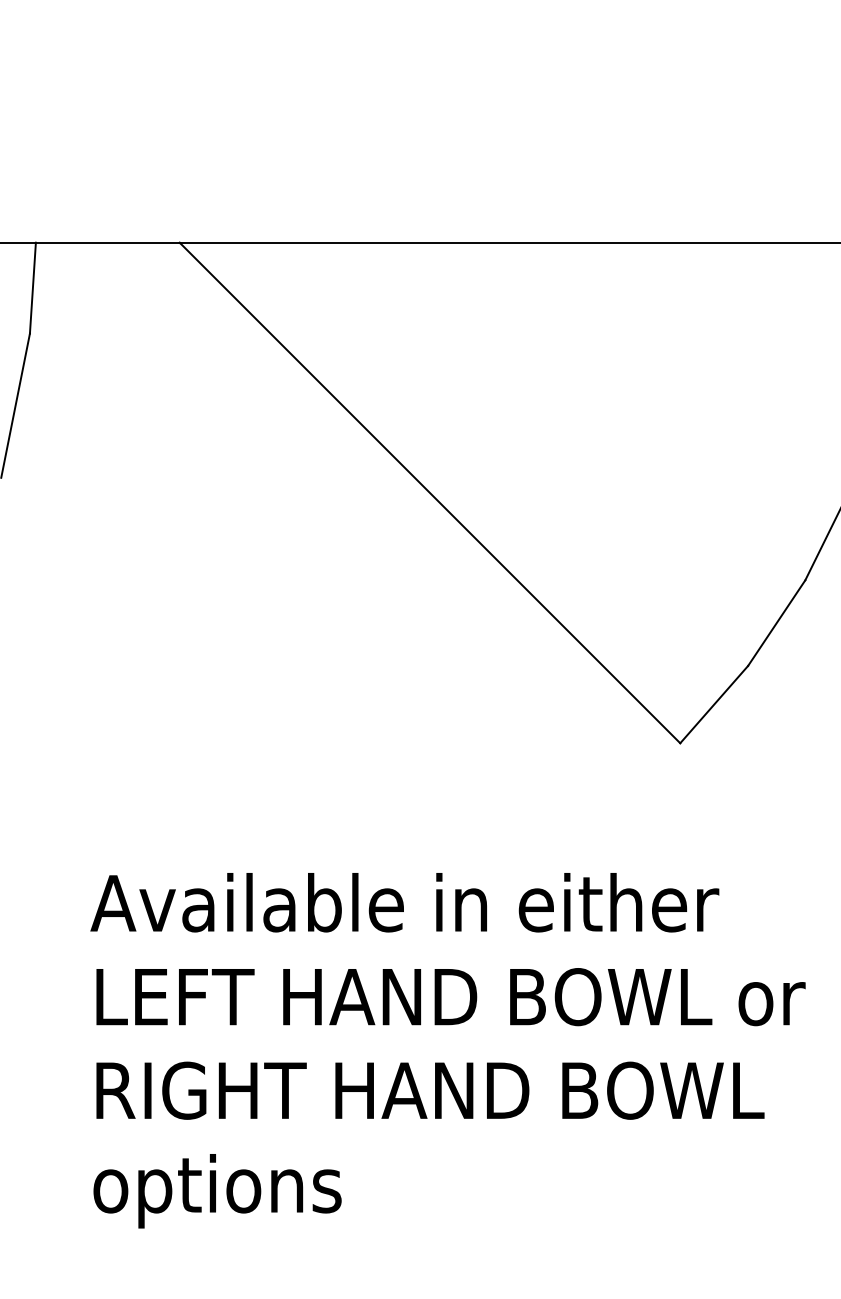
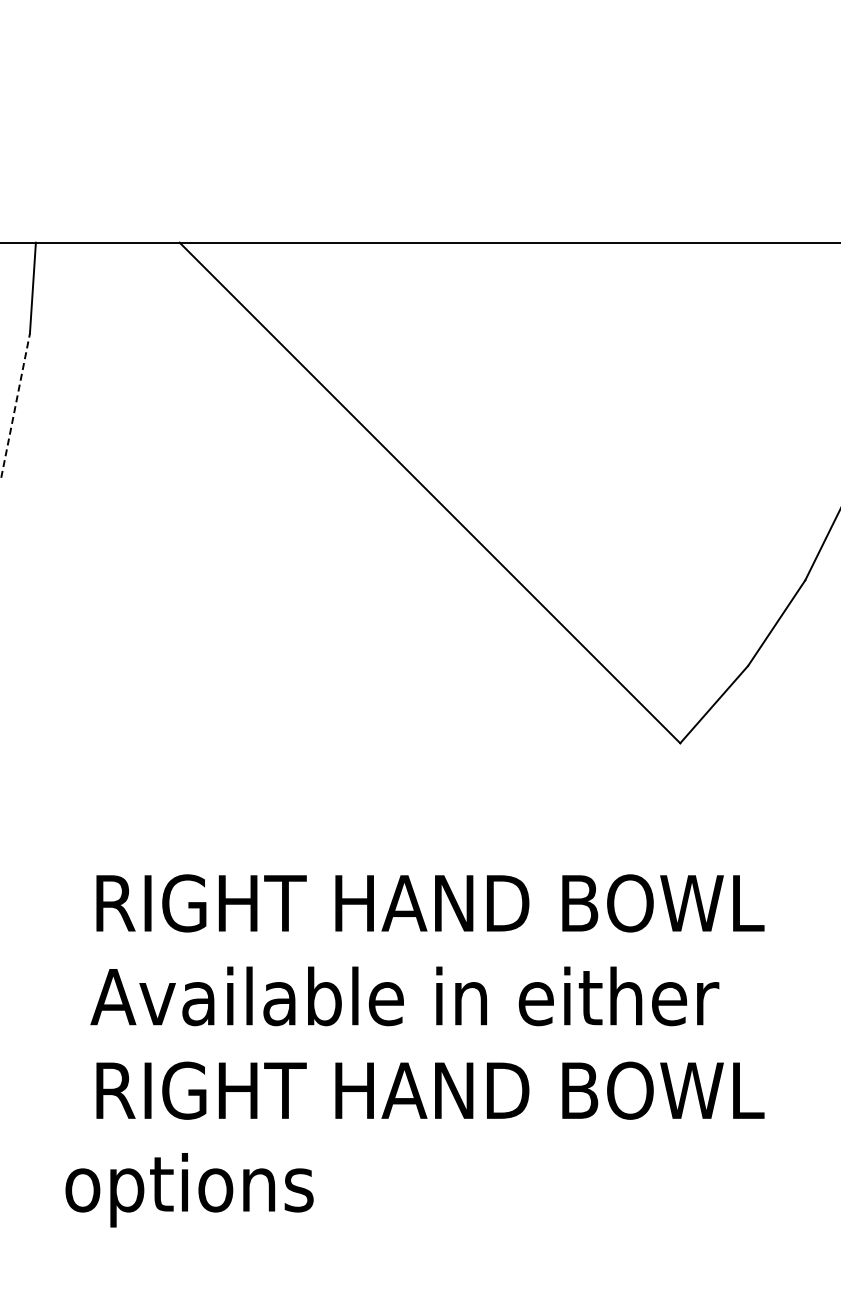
line at (15, 405): solid -> dashed
text at (427, 902): Available in either -> RIGHT HAND BOWL
text at (447, 996): LEFT HAND BOWL or -> Available in either
text at (217, 1191) position: (217, 1191) -> (189, 1190)
